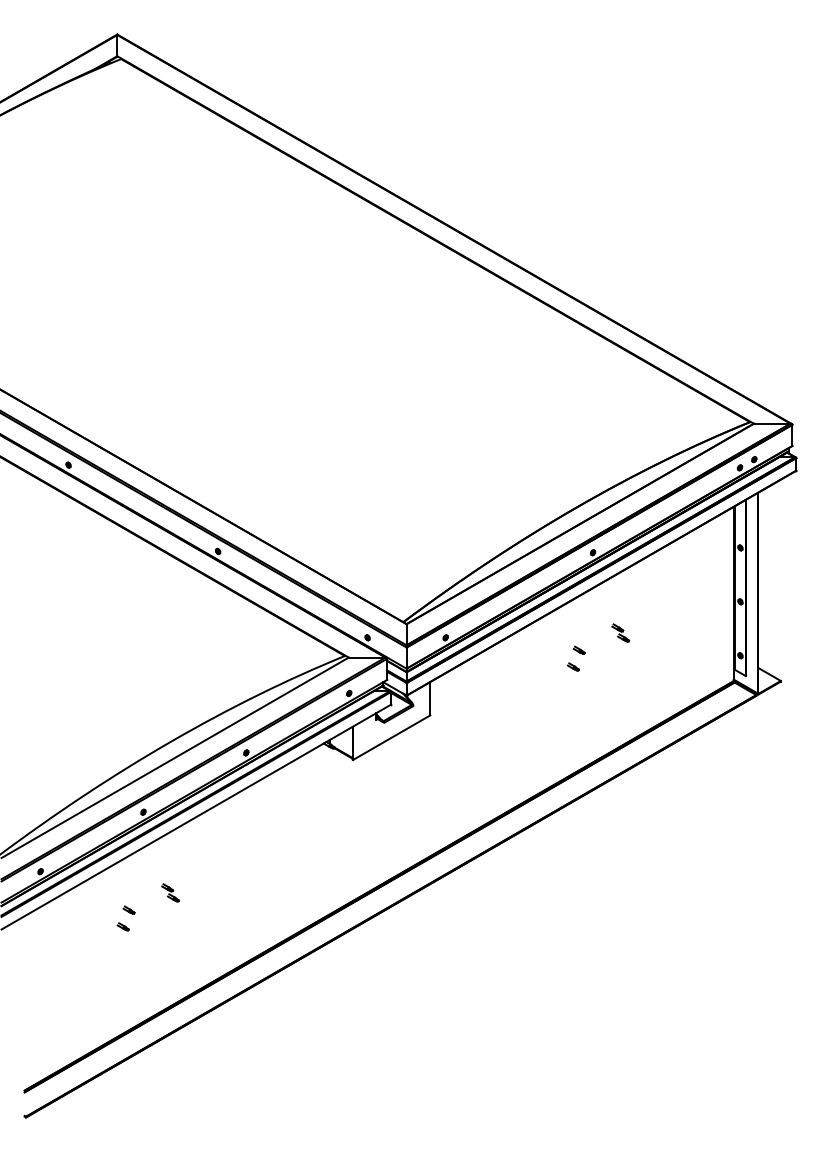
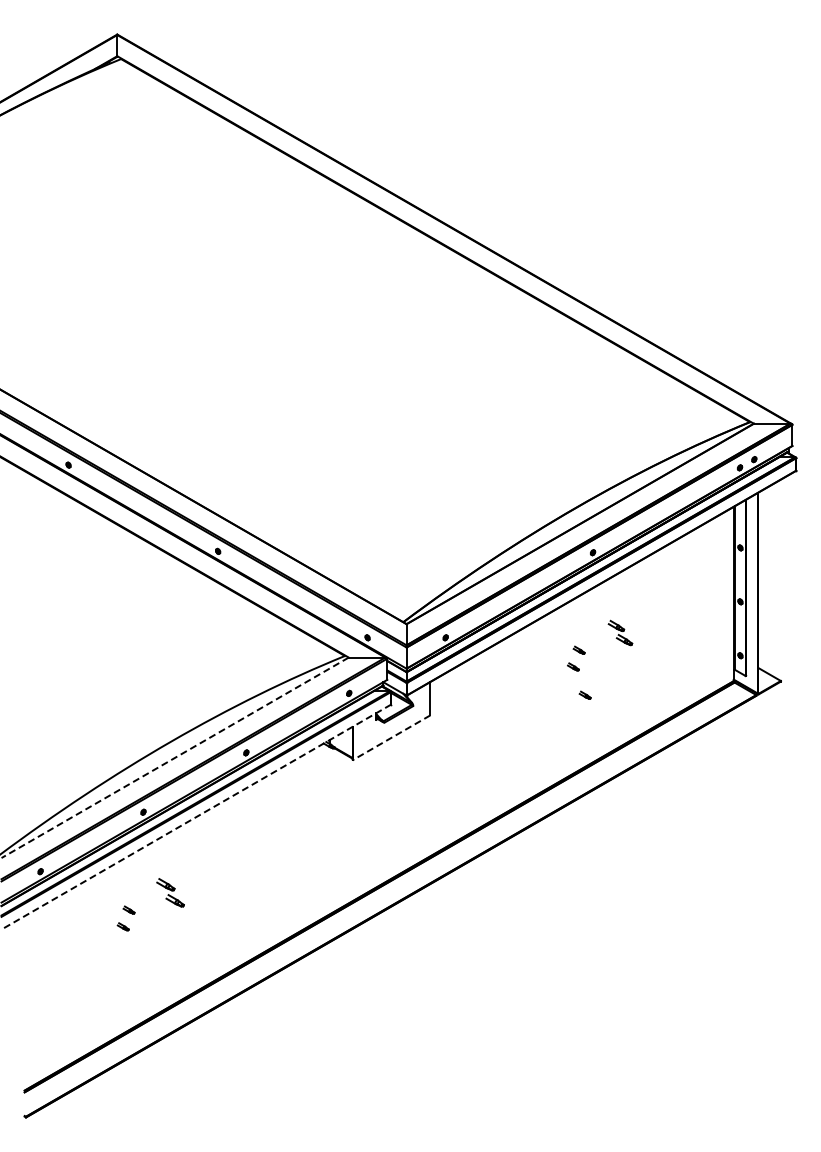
part at (620, 632) size: 20x20 px -> 27x28 px
part at (584, 694): none -> present
line at (391, 737): solid -> dashed
line at (174, 758): solid -> dashed
line at (196, 817): solid -> dashed
part at (170, 892) size: 19x20 px -> 29x30 px
